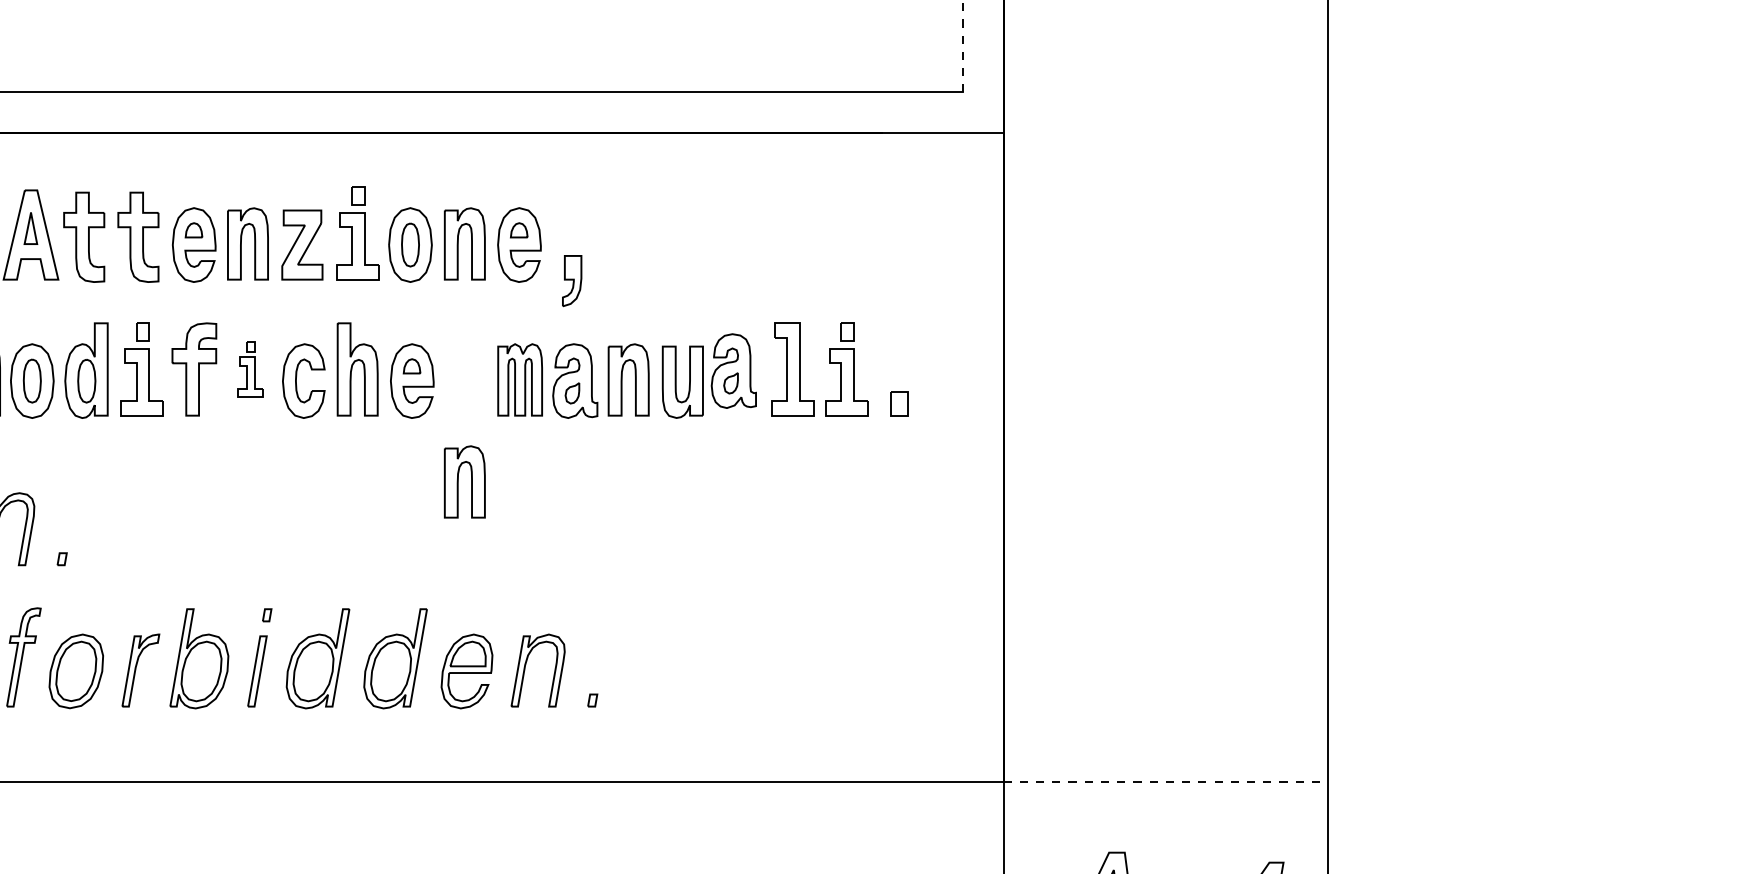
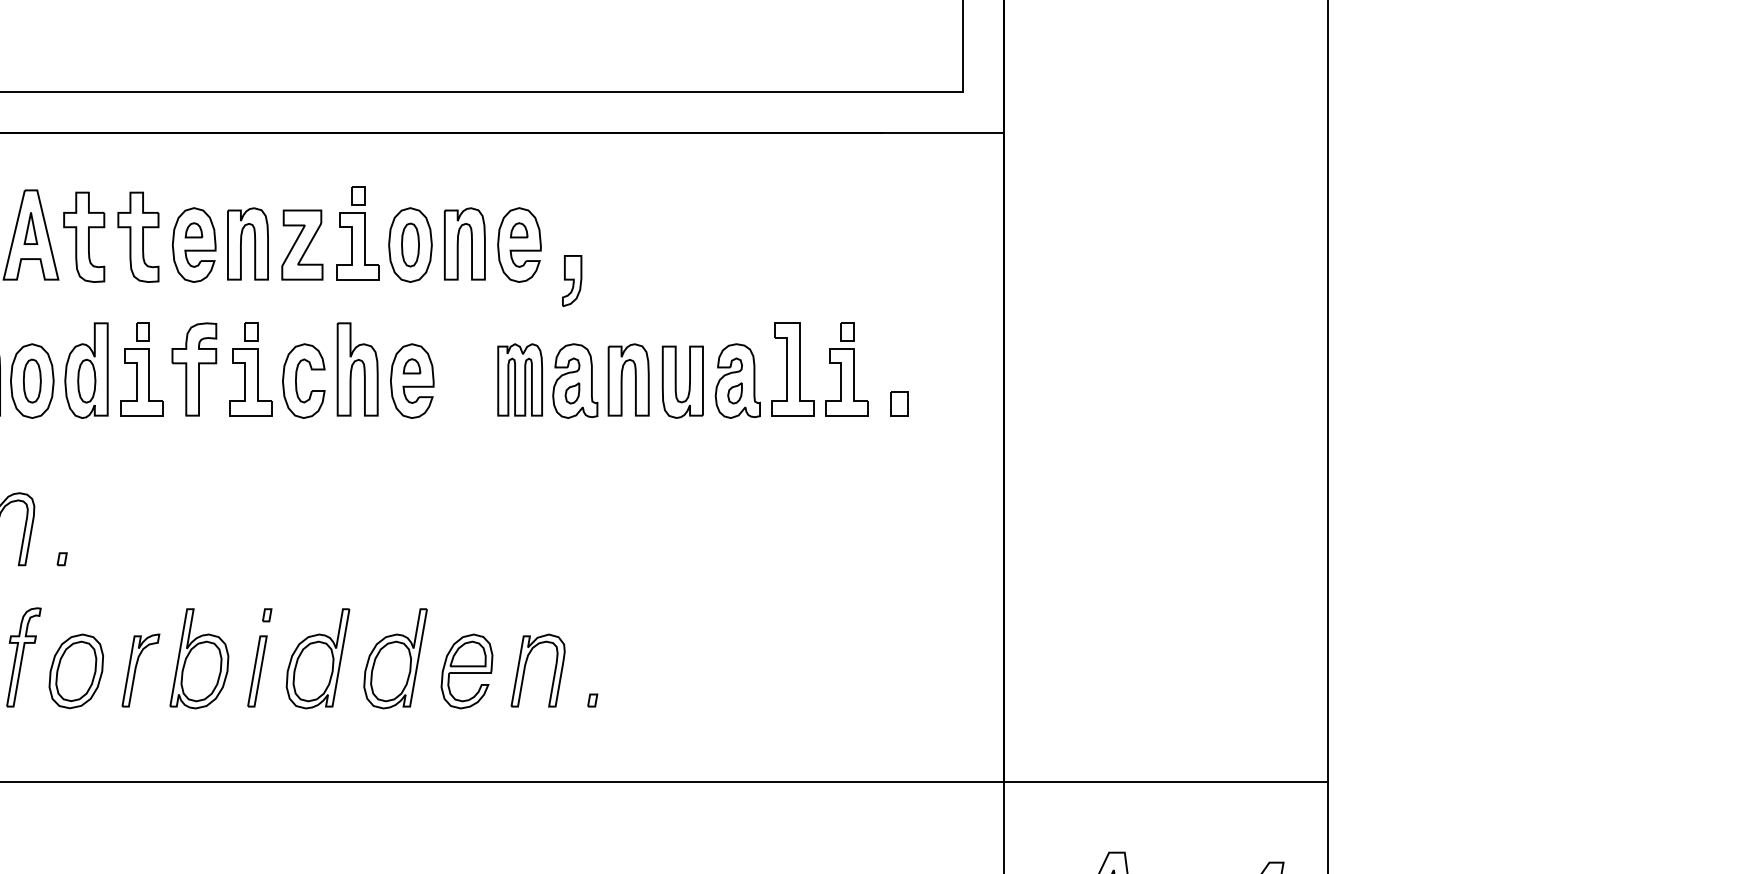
line at (962, 46): dashed -> solid
part at (250, 369) size: 27x57 px -> 44x95 px
part at (733, 370) position: (733, 370) -> (737, 380)
part at (464, 481): present -> none
line at (1166, 782): dashed -> solid
